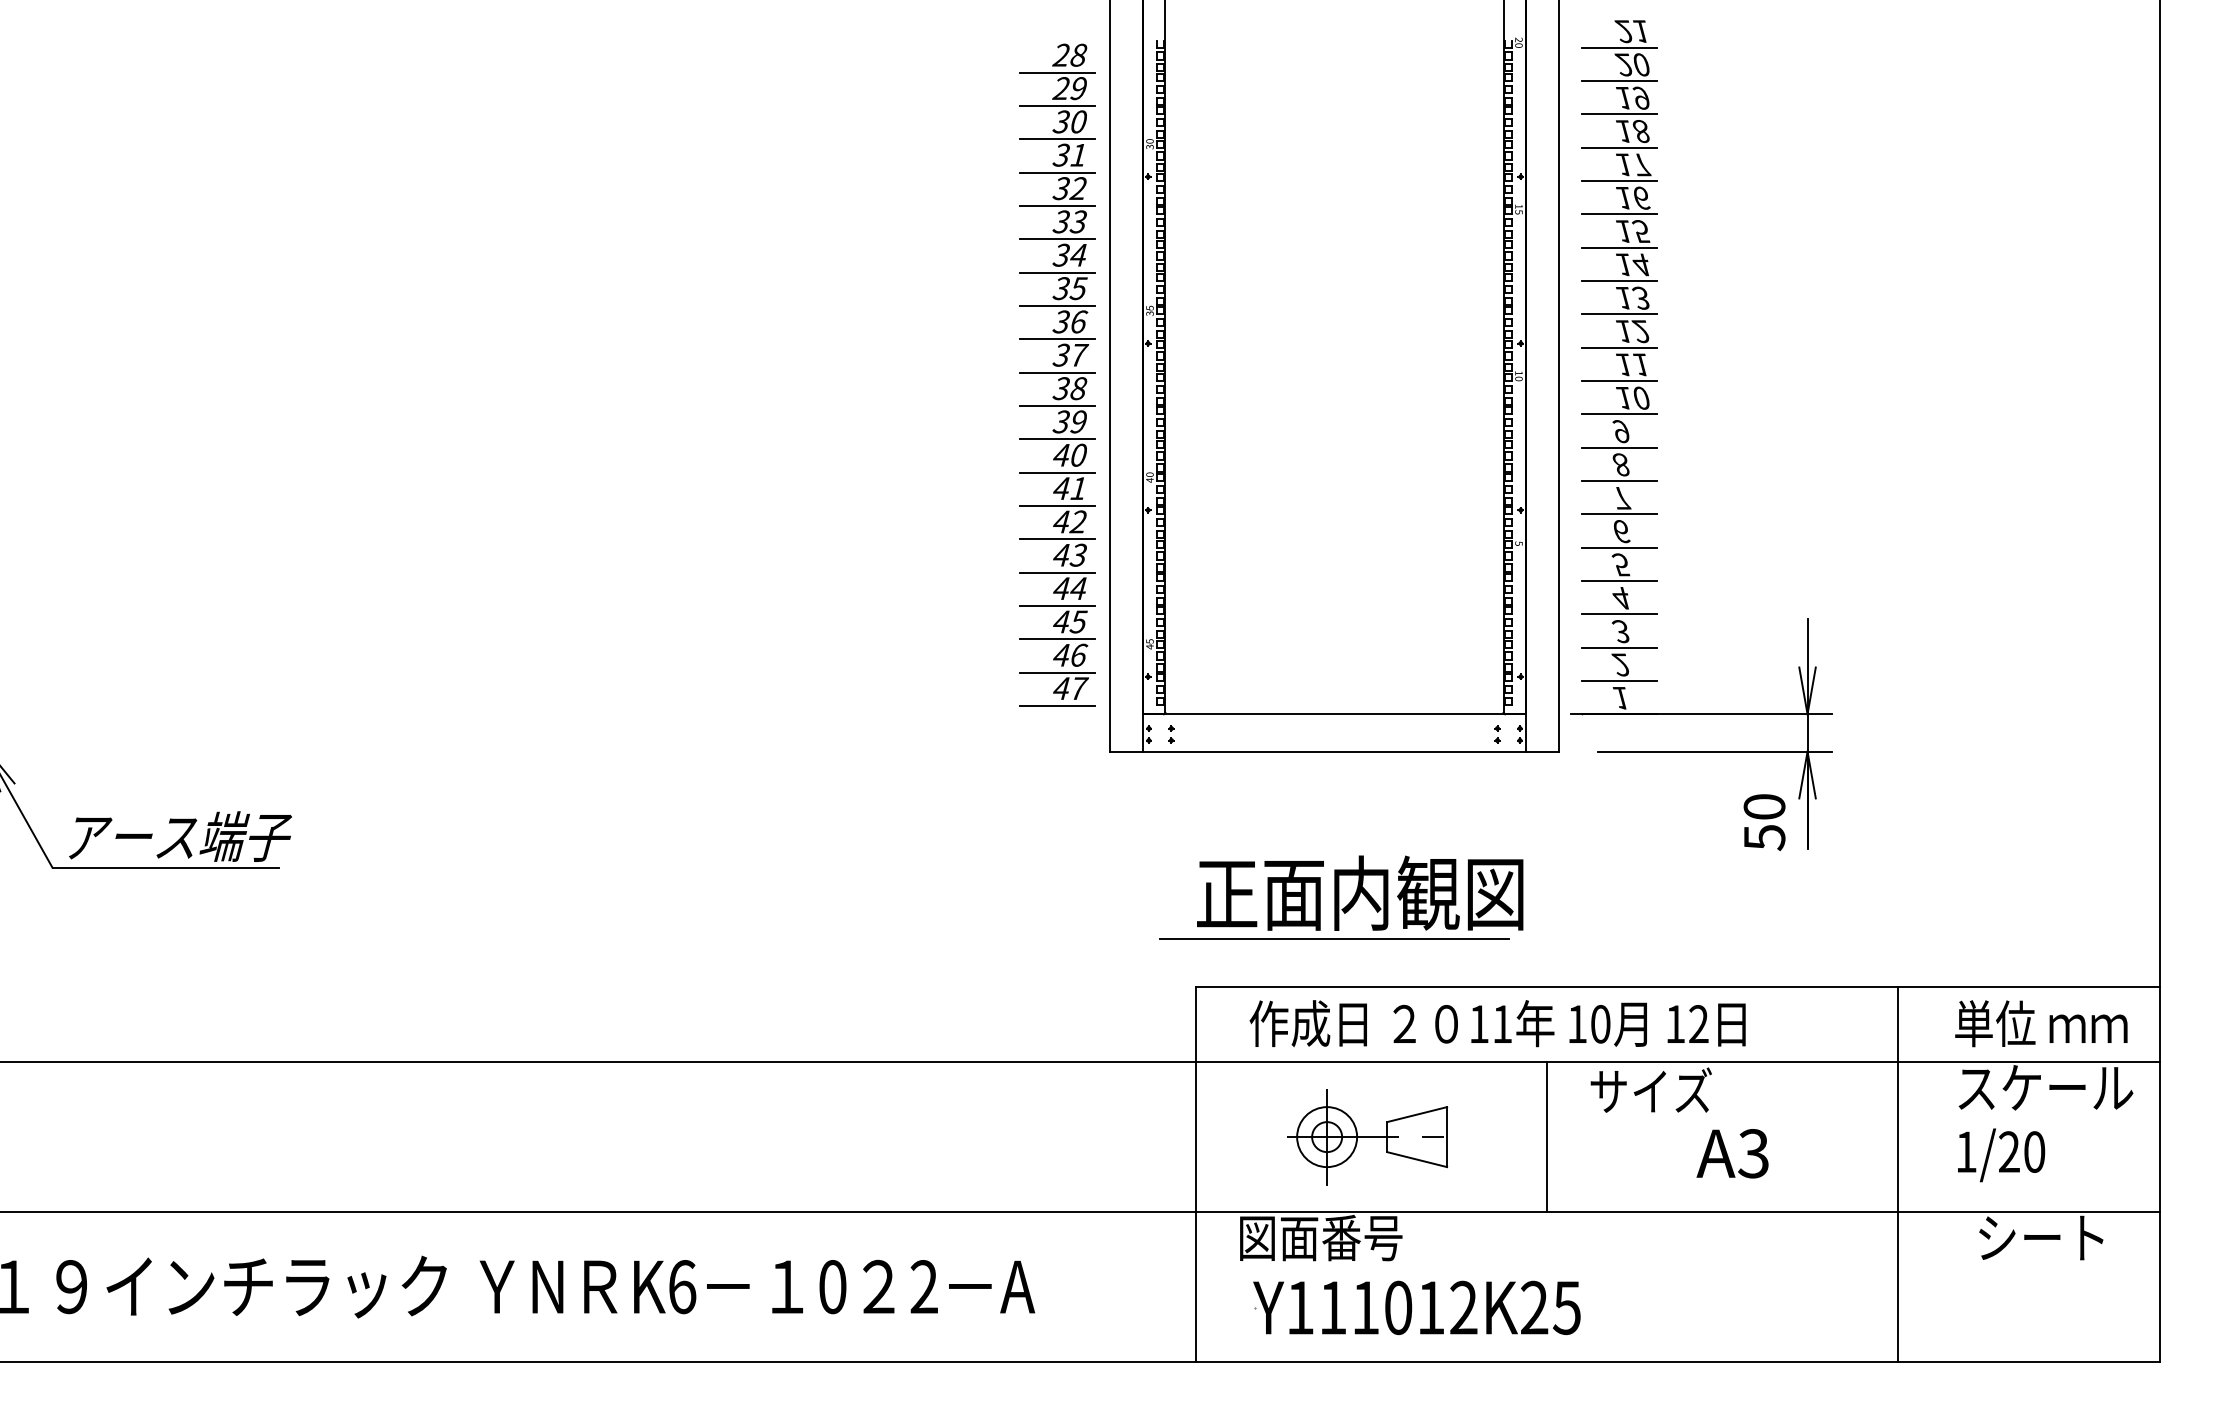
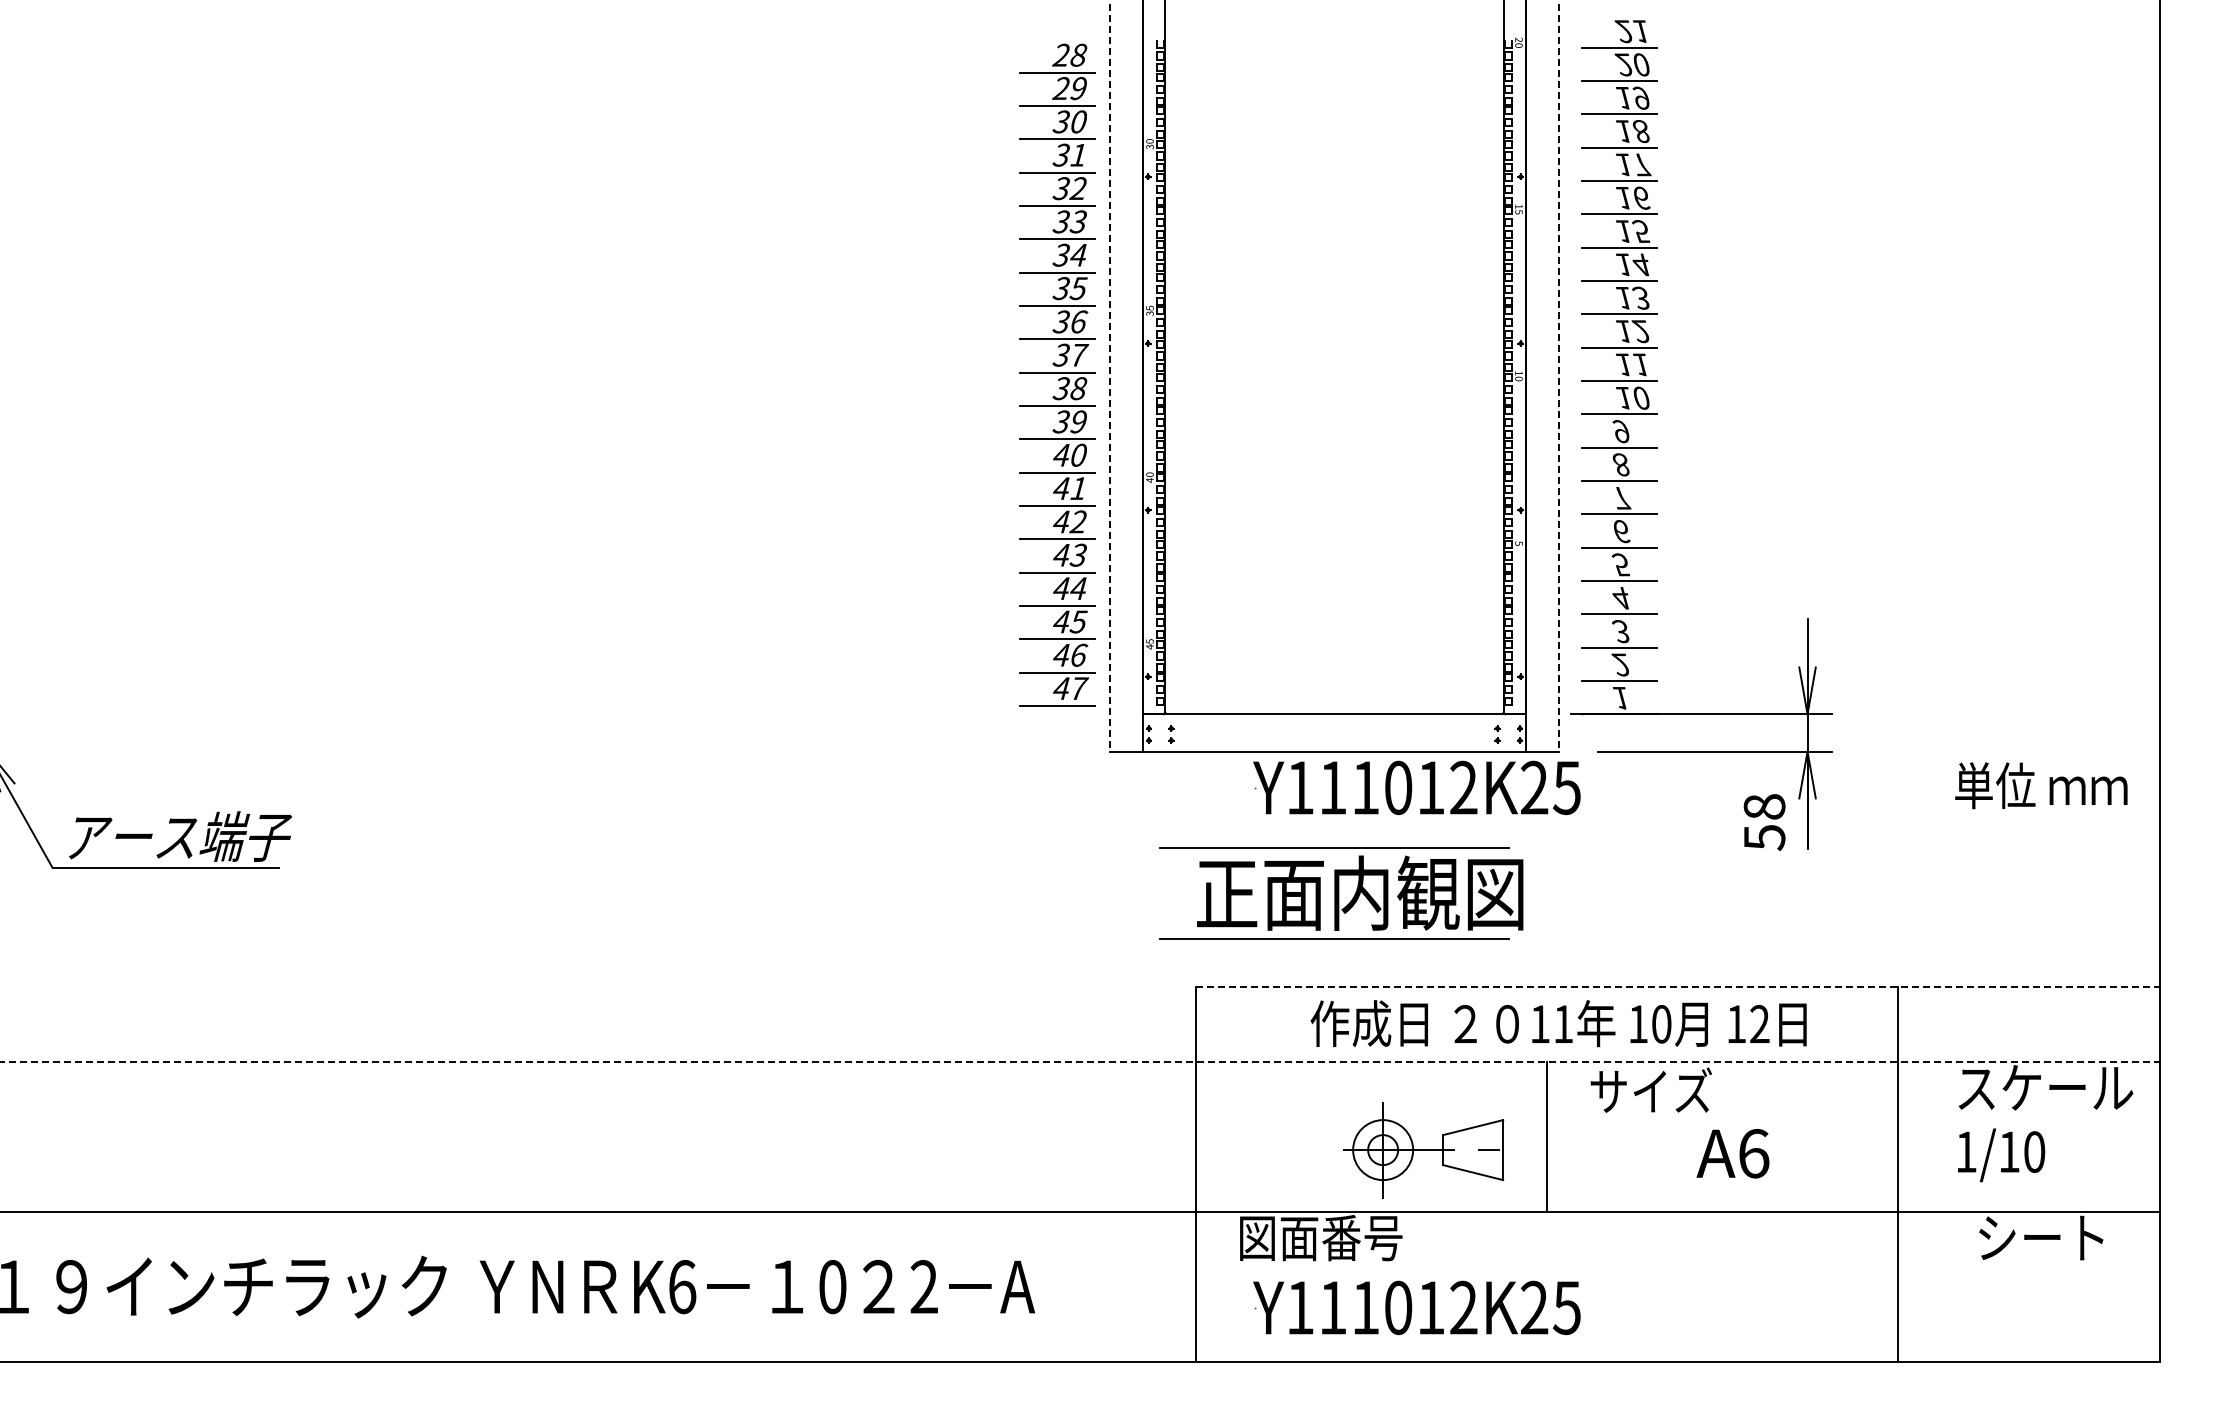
line at (1109, 376): solid -> dashed
line at (1559, 376): solid -> dashed
part at (1416, 787): none -> present
text at (1764, 806): 50 -> 58
line at (1334, 847): none -> present
line at (1678, 987): solid -> dashed
text at (1497, 1023) position: (1497, 1023) -> (1558, 1023)
text at (2041, 1023) position: (2041, 1023) -> (2041, 785)
line at (1080, 1062): solid -> dashed
part at (1367, 1137) position: (1367, 1137) -> (1423, 1150)
text at (2009, 1151): 1/20 -> 1/10
text at (1753, 1153): A3 -> A6
